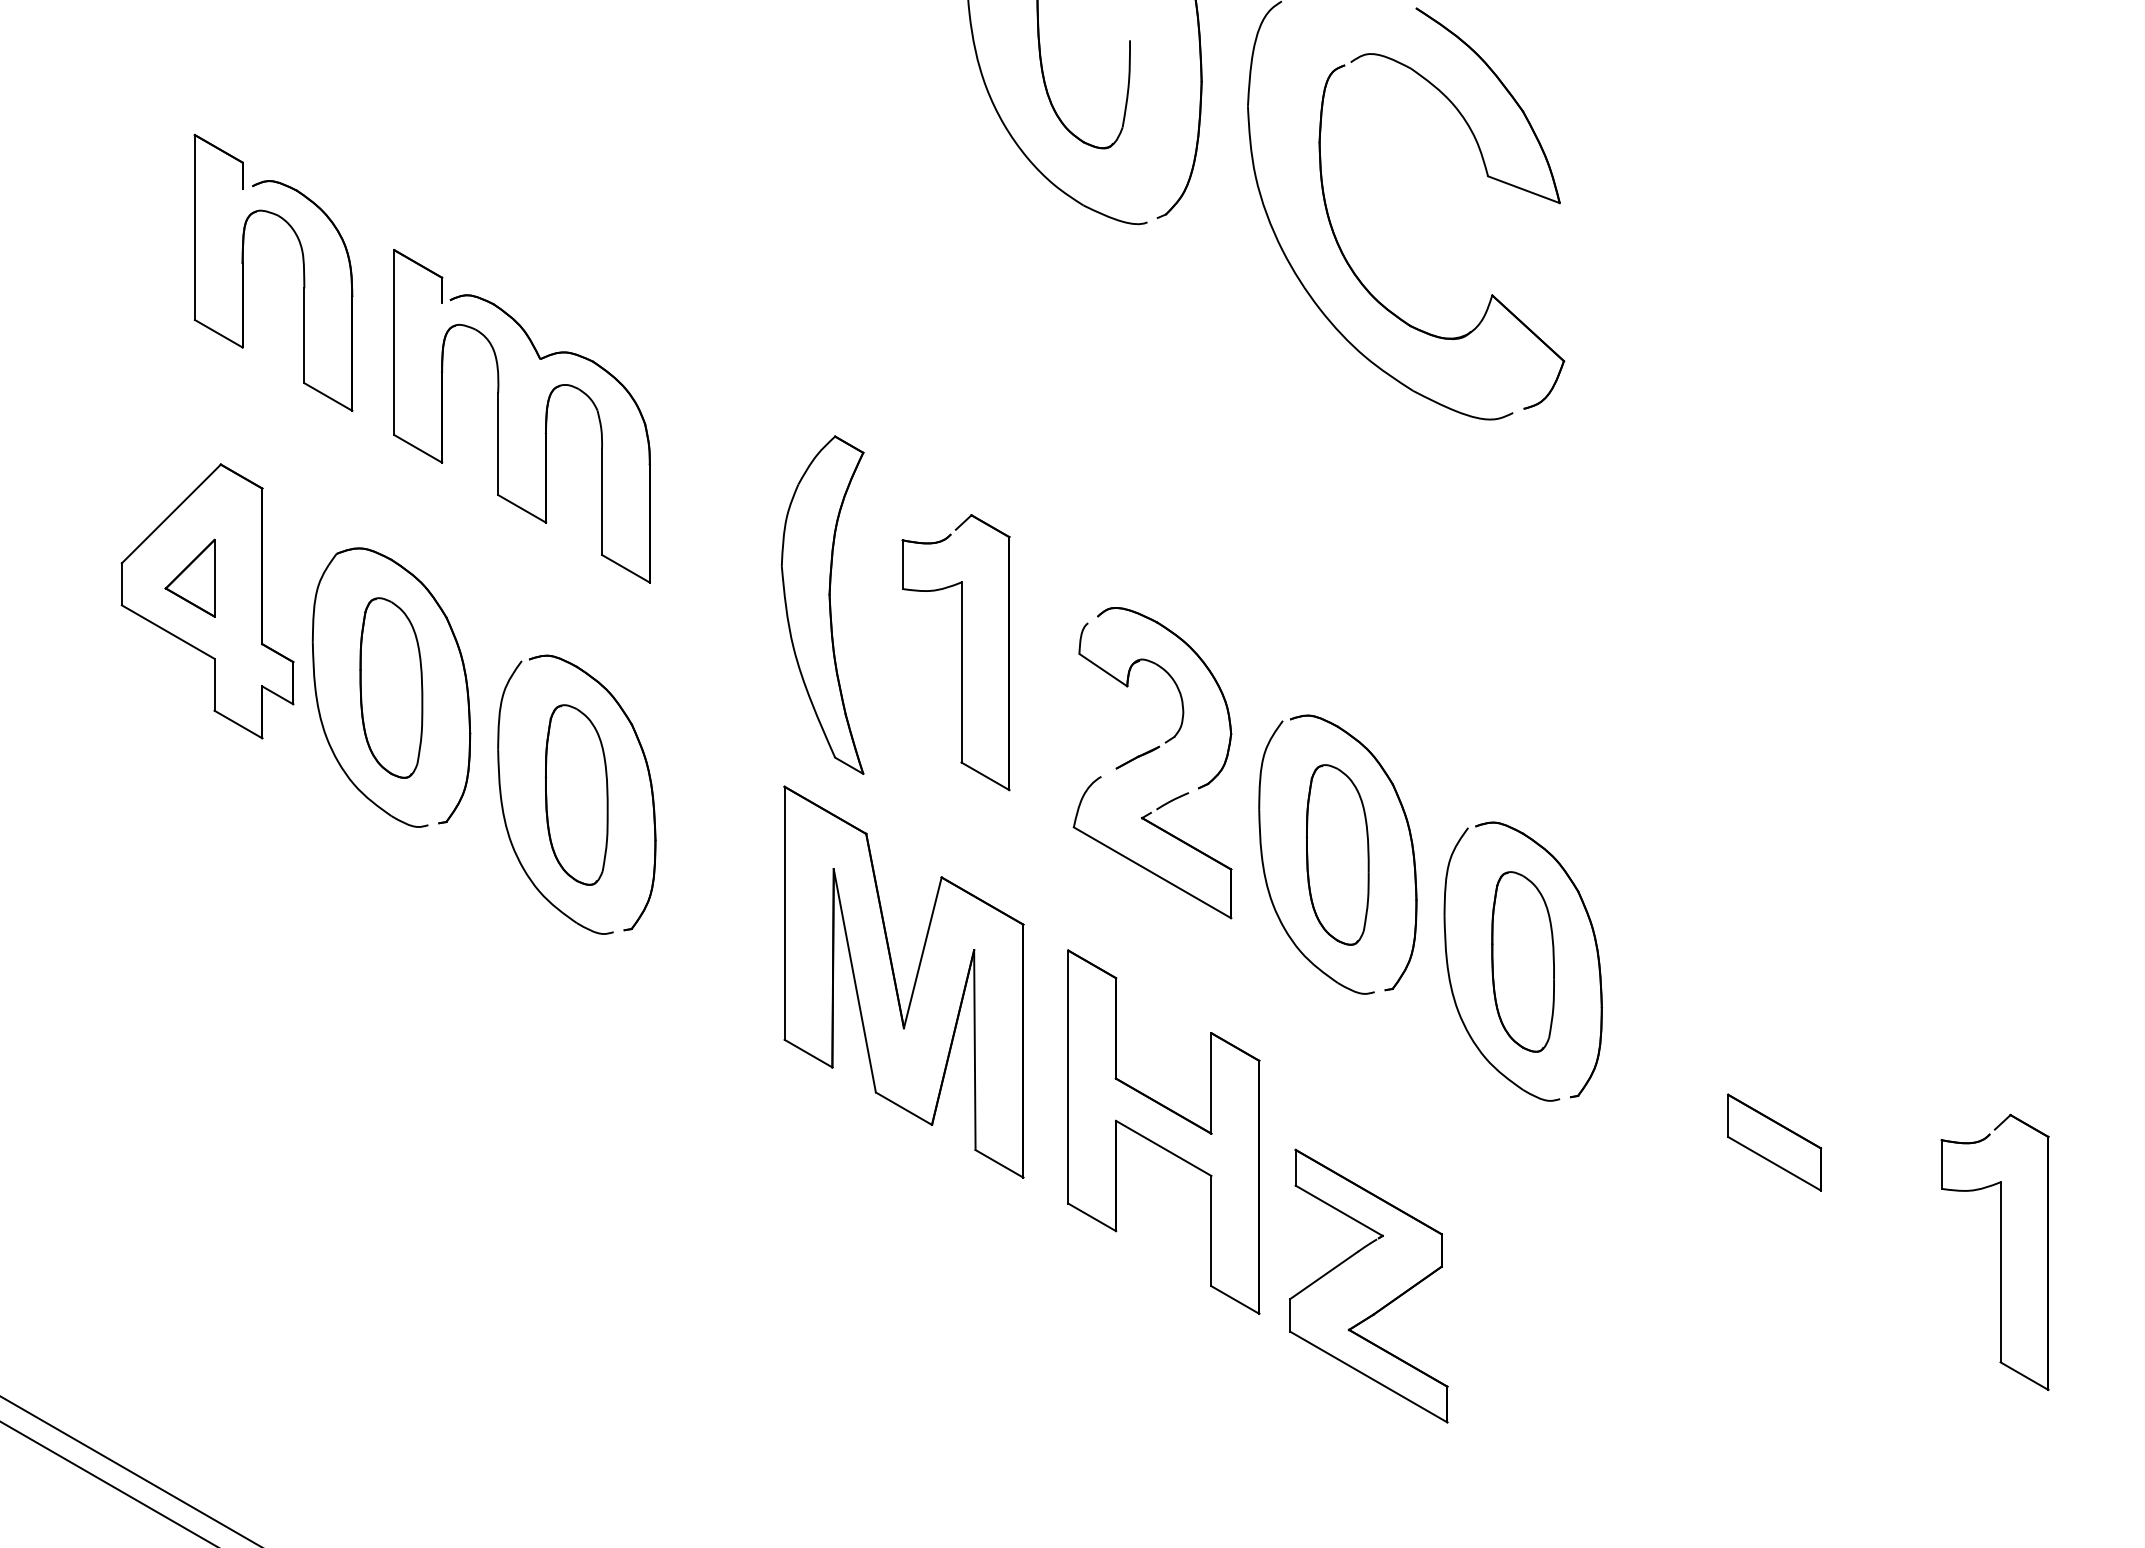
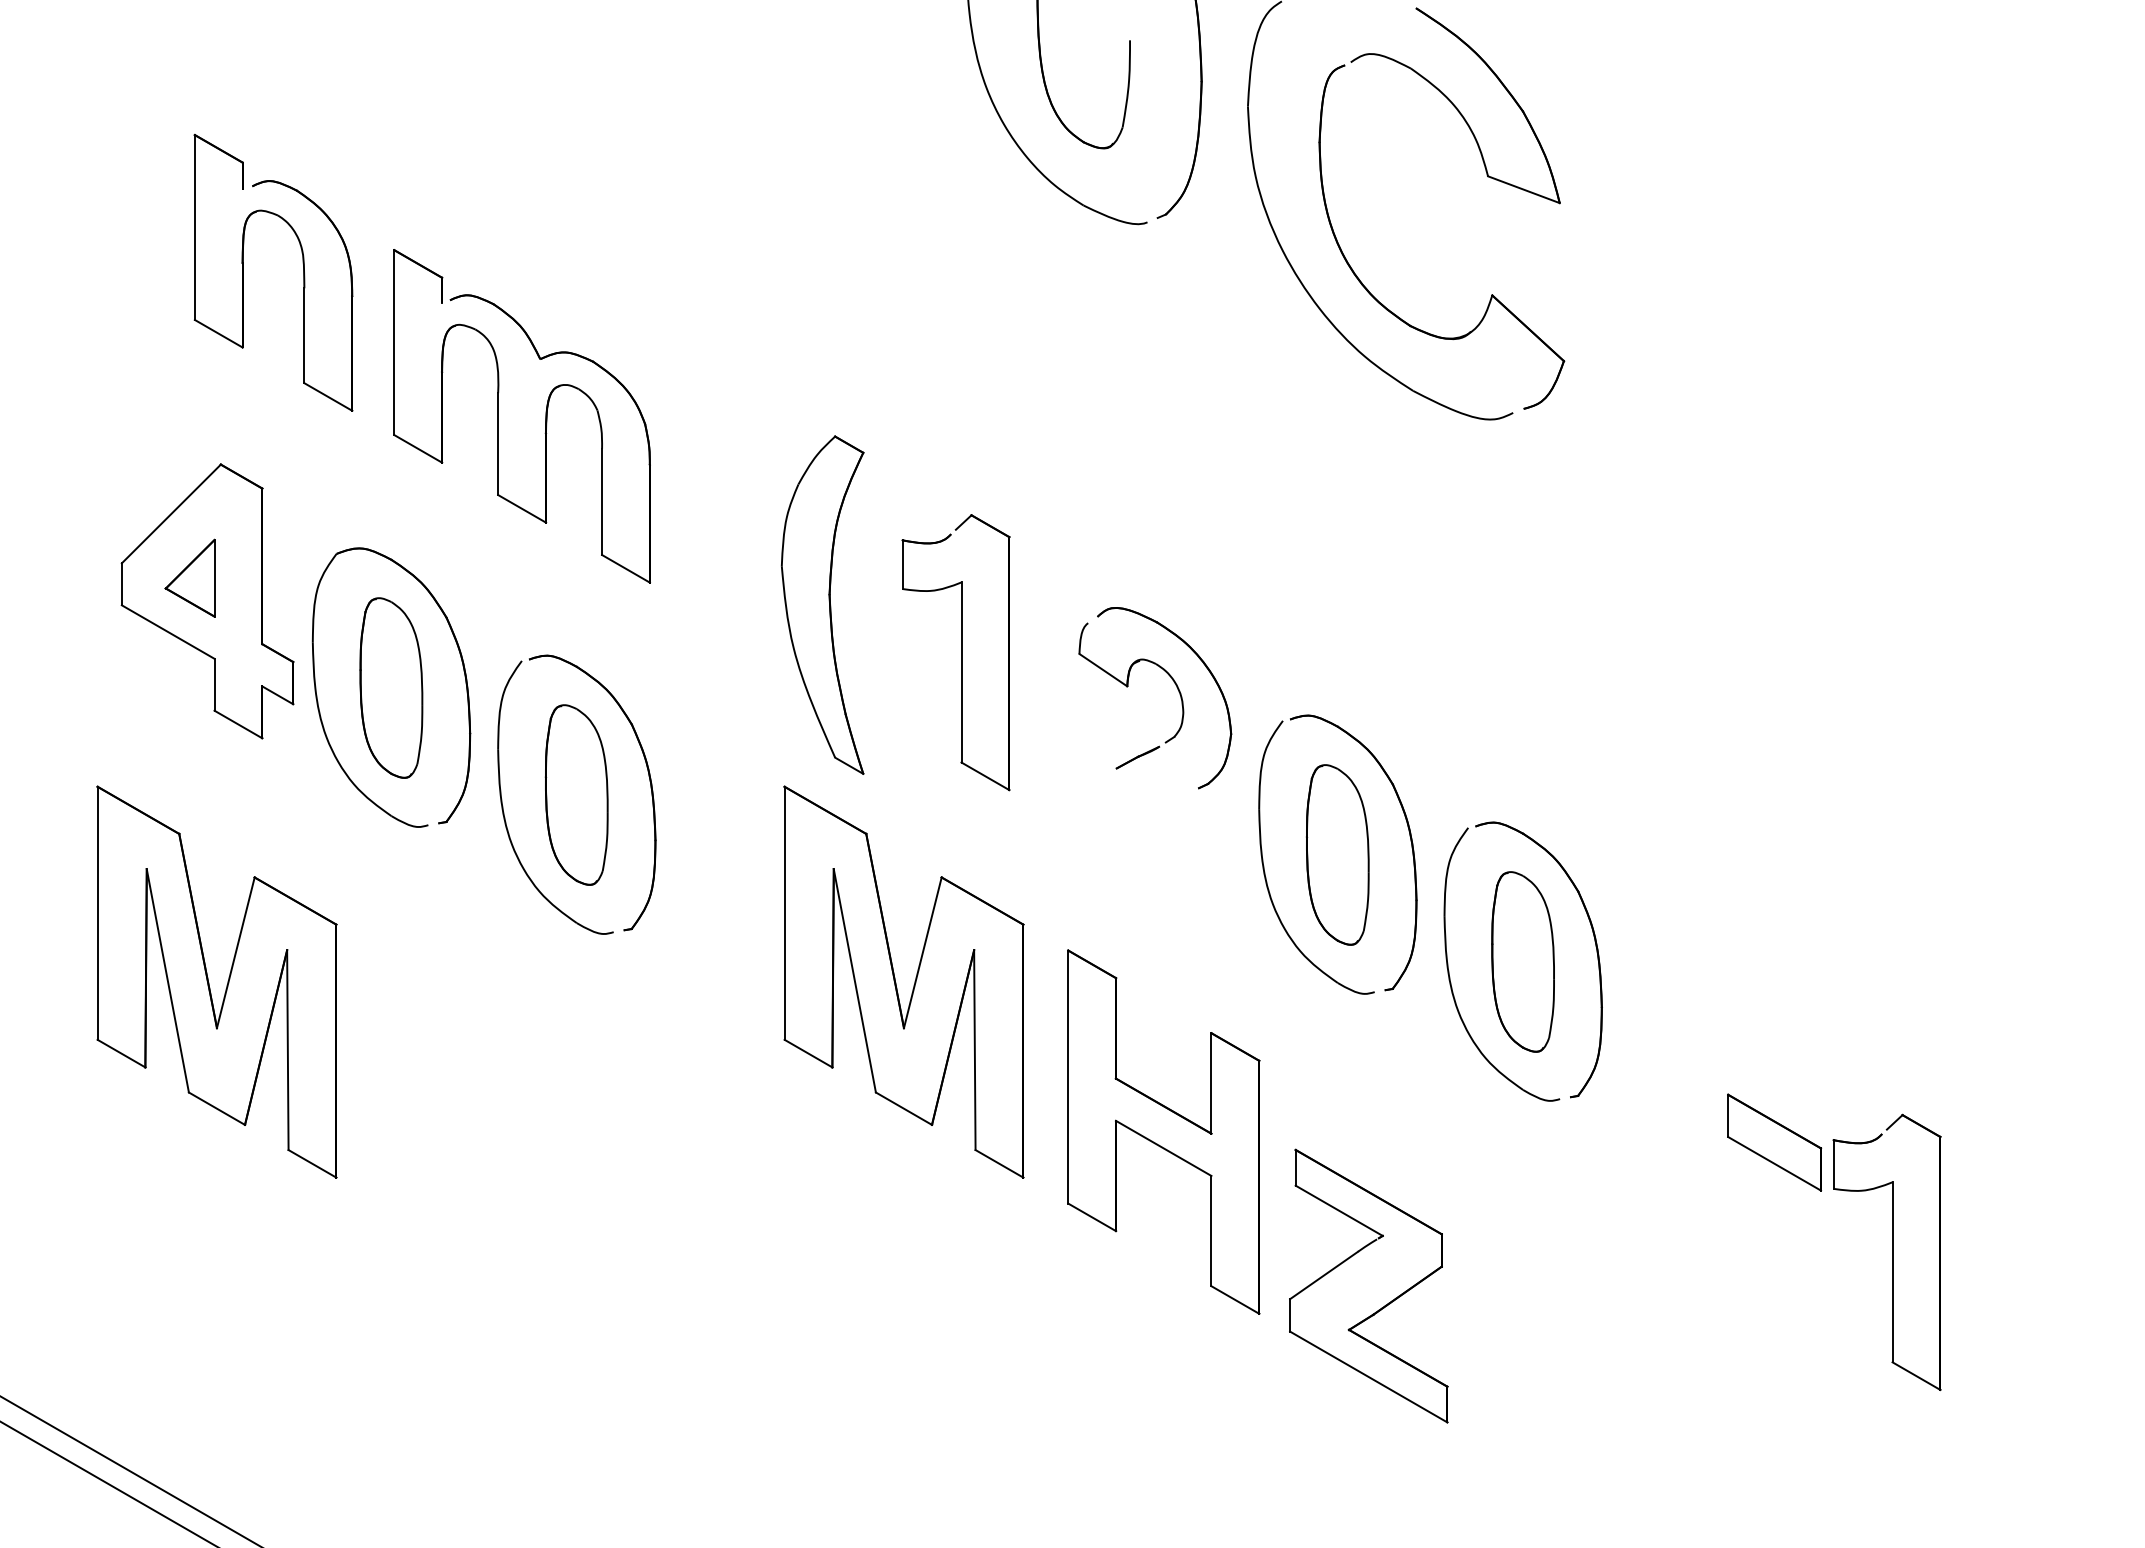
part at (1164, 832): present -> none
part at (209, 982): none -> present
part at (1994, 1251) position: (1994, 1251) -> (1886, 1251)
